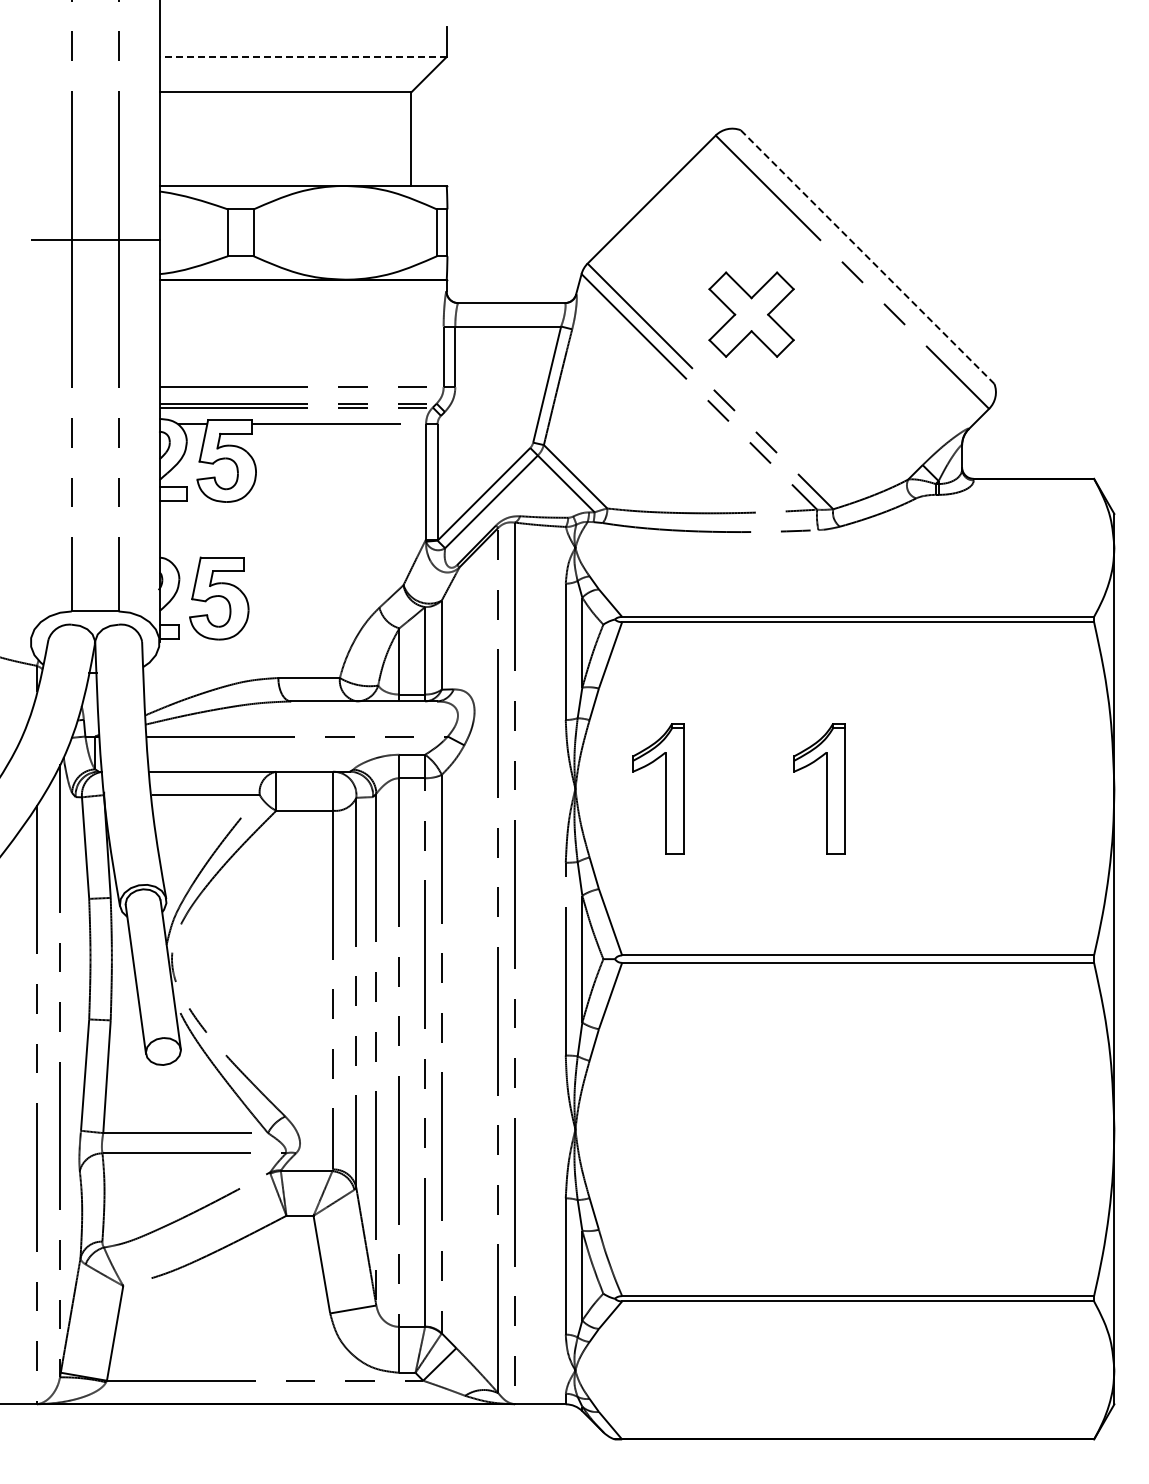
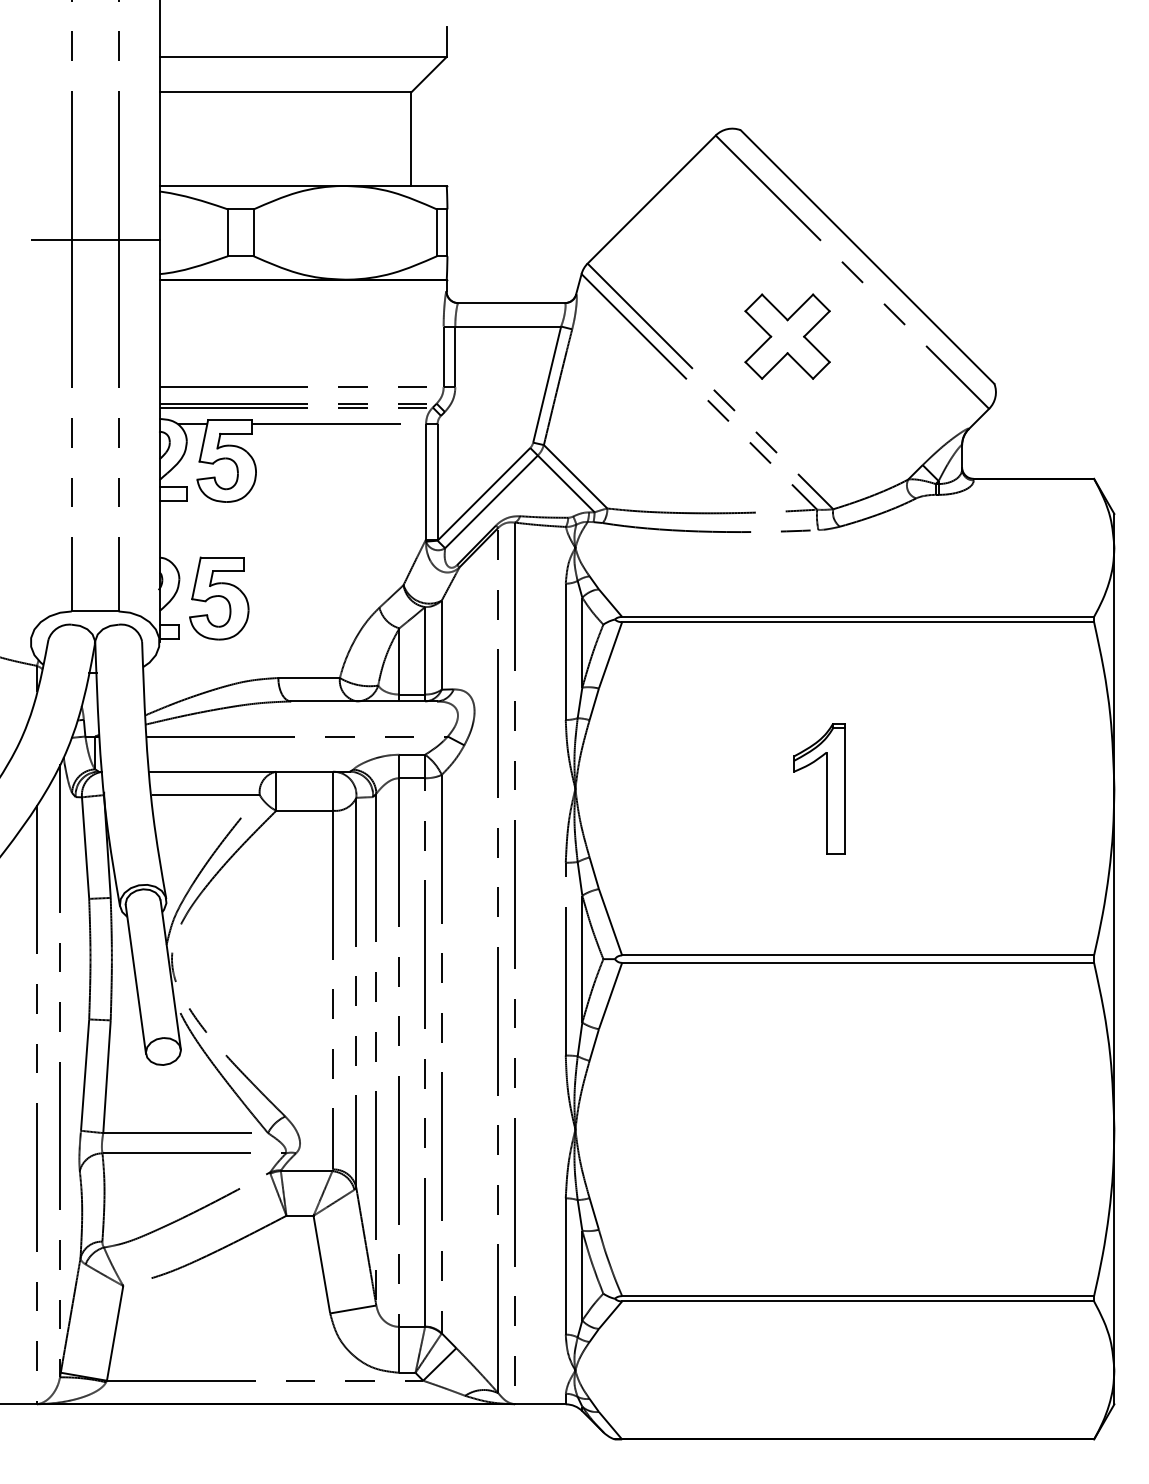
line at (303, 57): dashed -> solid
line at (867, 257): dashed -> solid
part at (751, 314) position: (751, 314) -> (787, 336)
part at (665, 788): present -> none
